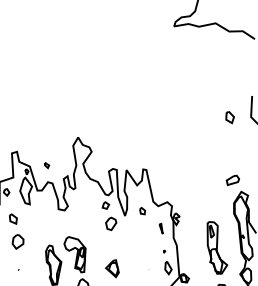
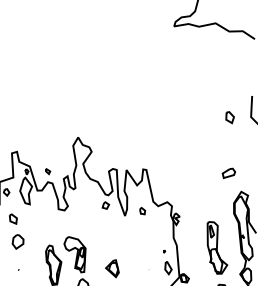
part at (47, 165) position: (47, 165) -> (48, 171)
part at (232, 180) position: (232, 180) -> (228, 173)
part at (111, 223): present -> none
part at (160, 228): present -> none
